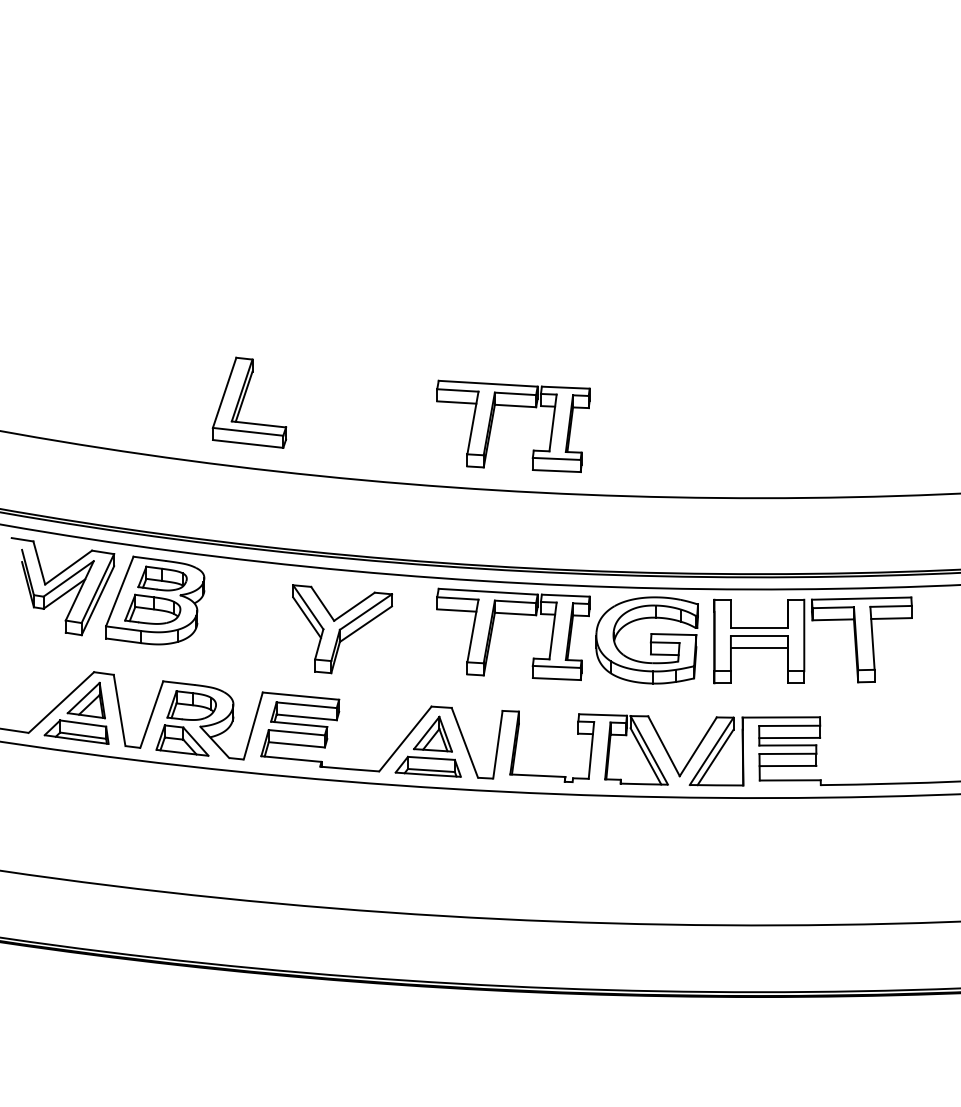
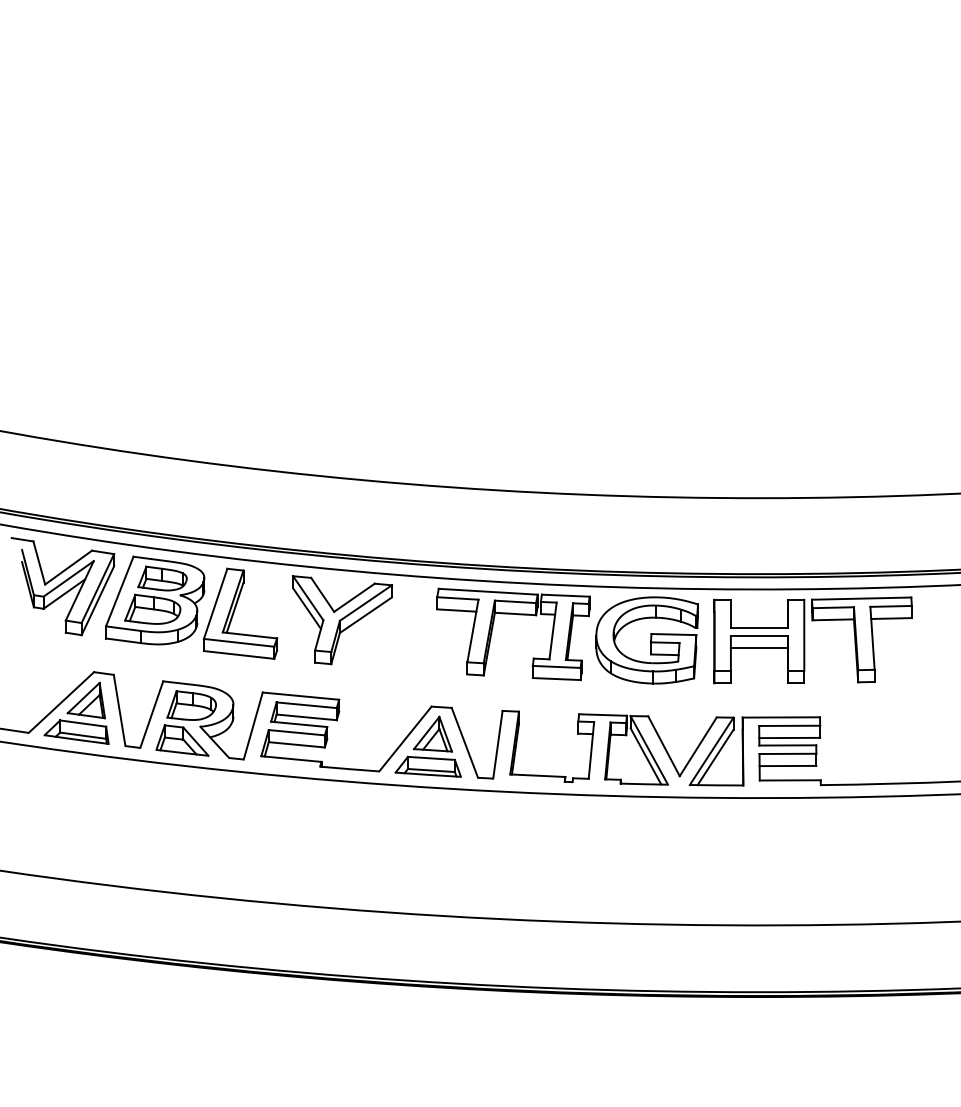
part at (249, 402) position: (249, 402) -> (240, 613)
part at (518, 407): present -> none
part at (342, 629) position: (342, 629) -> (342, 620)
